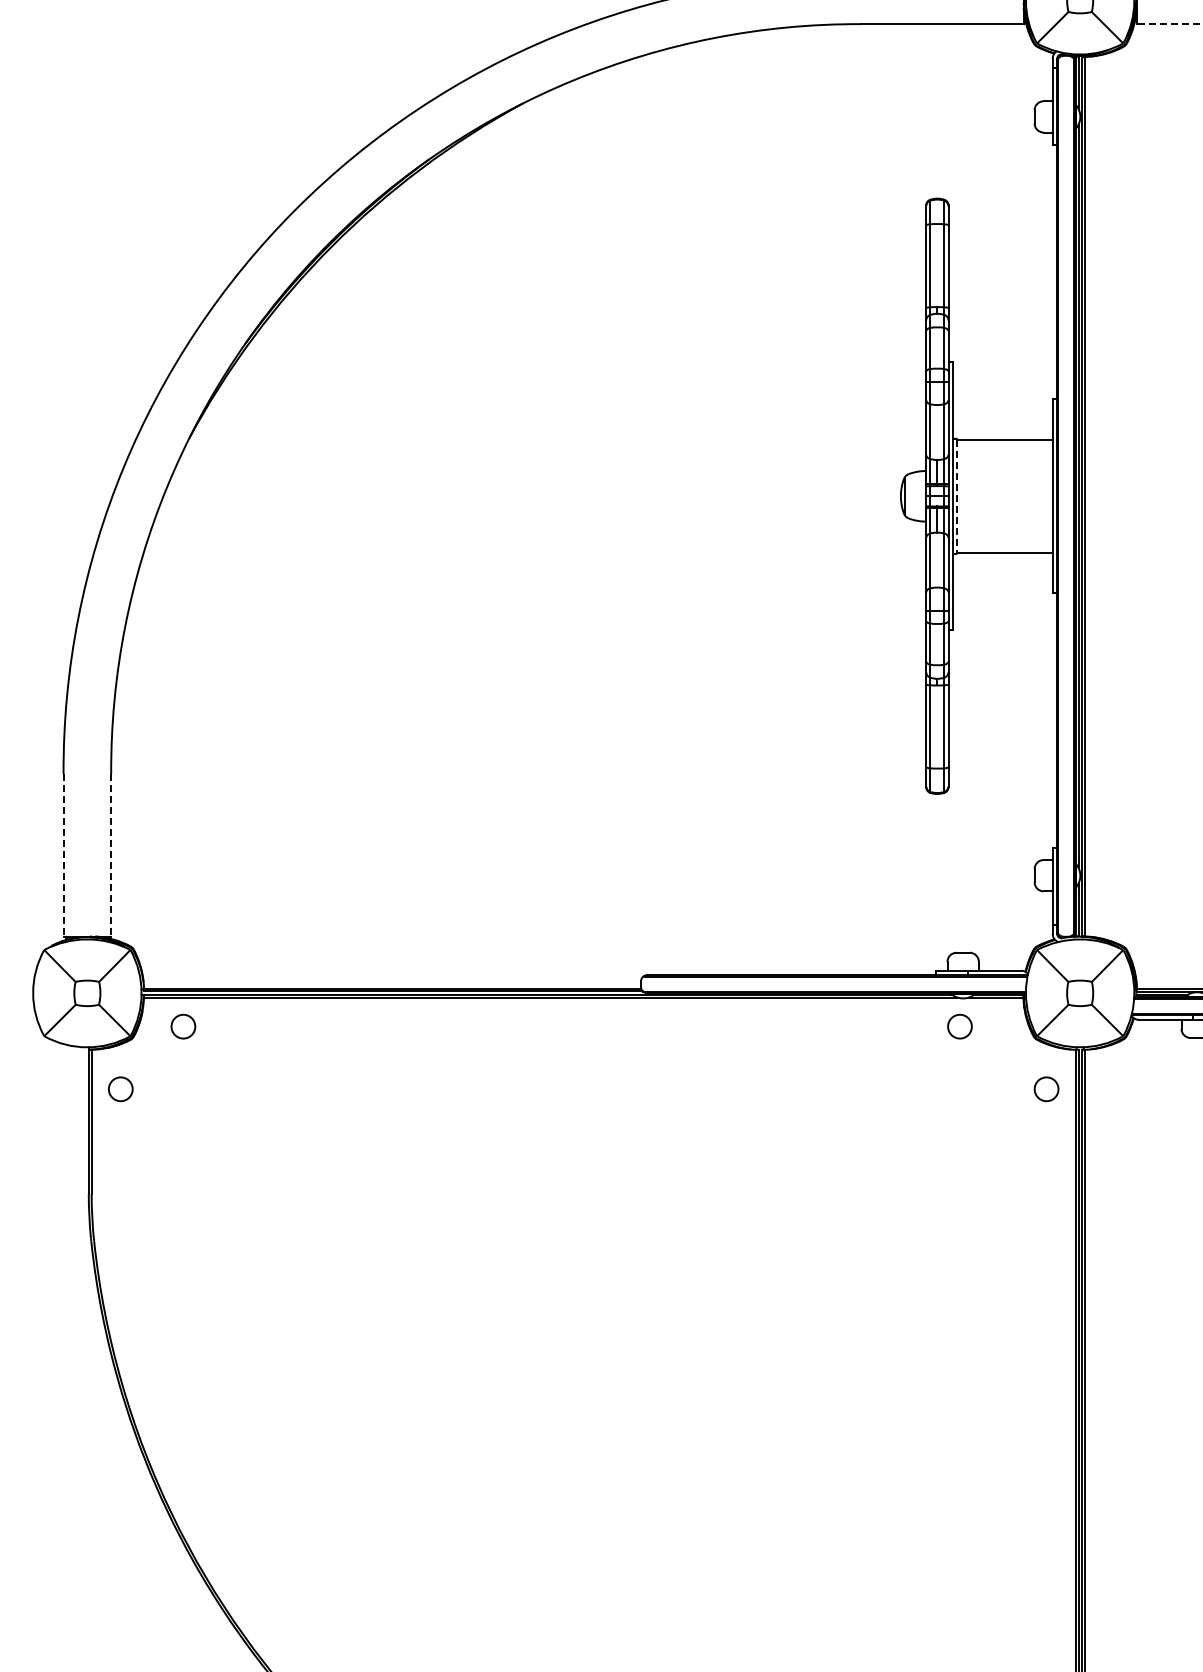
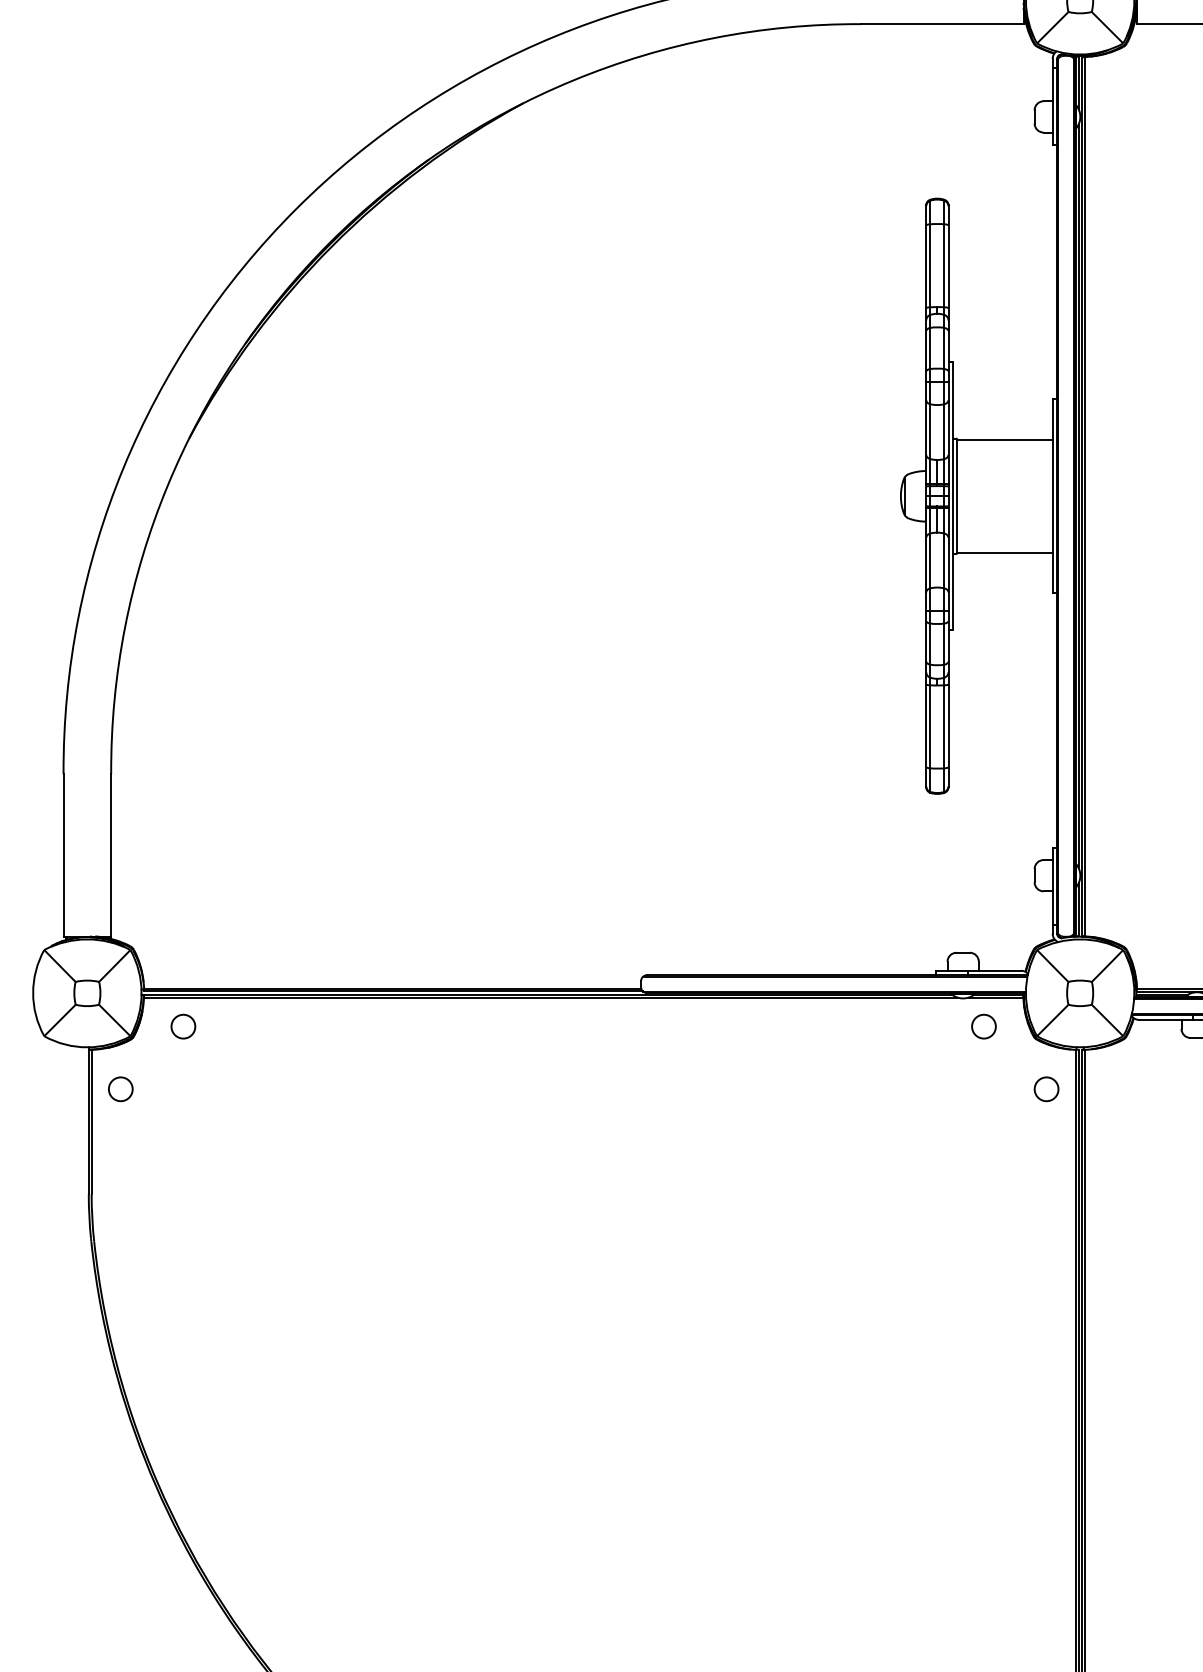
line at (1169, 24): dashed -> solid
line at (957, 496): dashed -> solid
line at (63, 855): dashed -> solid
line at (111, 855): dashed -> solid
circle at (959, 1026) position: (959, 1026) -> (983, 1026)
